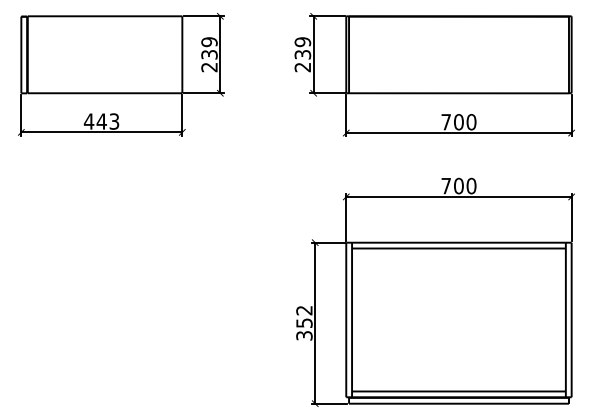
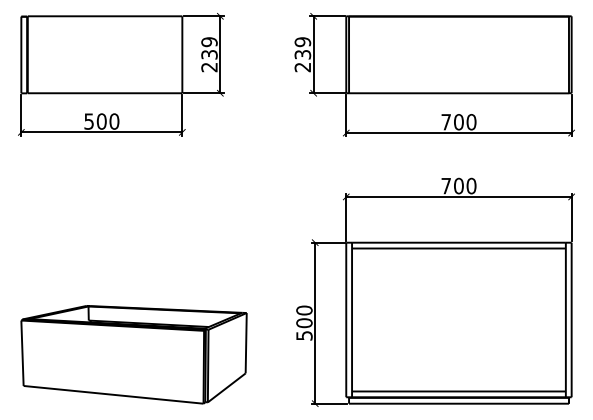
text at (101, 121): 443 -> 500
text at (304, 322): 352 -> 500
part at (133, 354): none -> present
